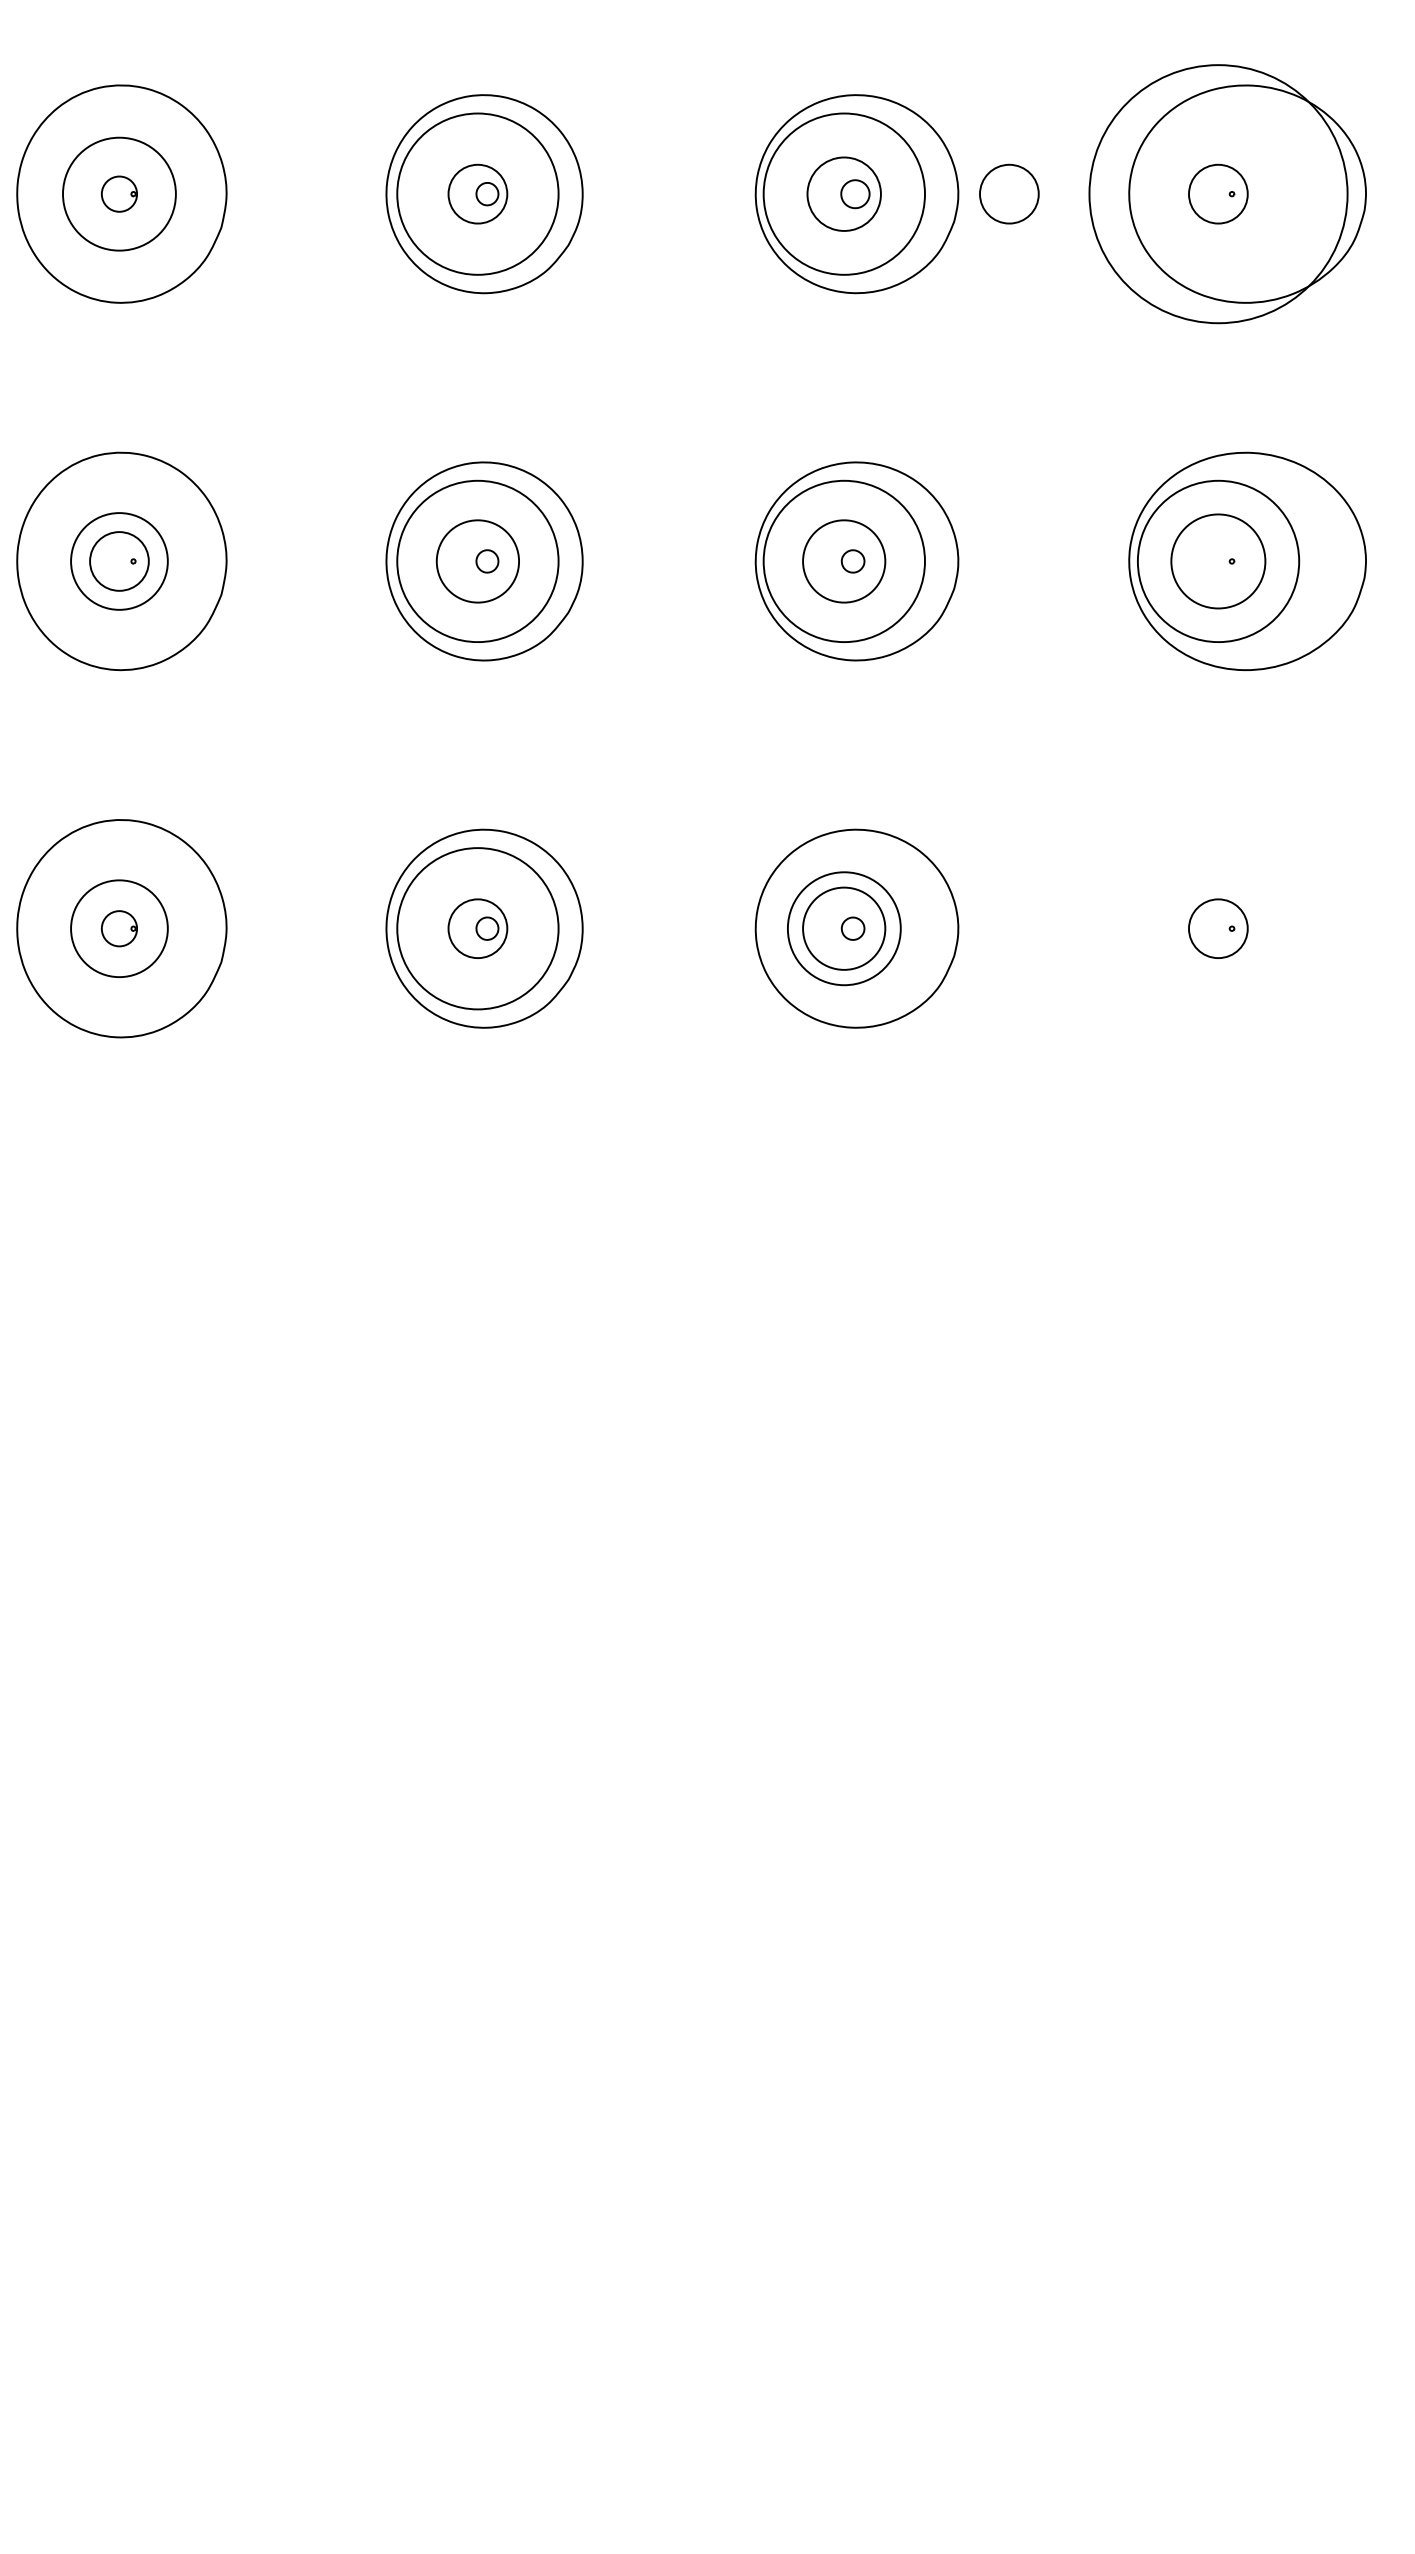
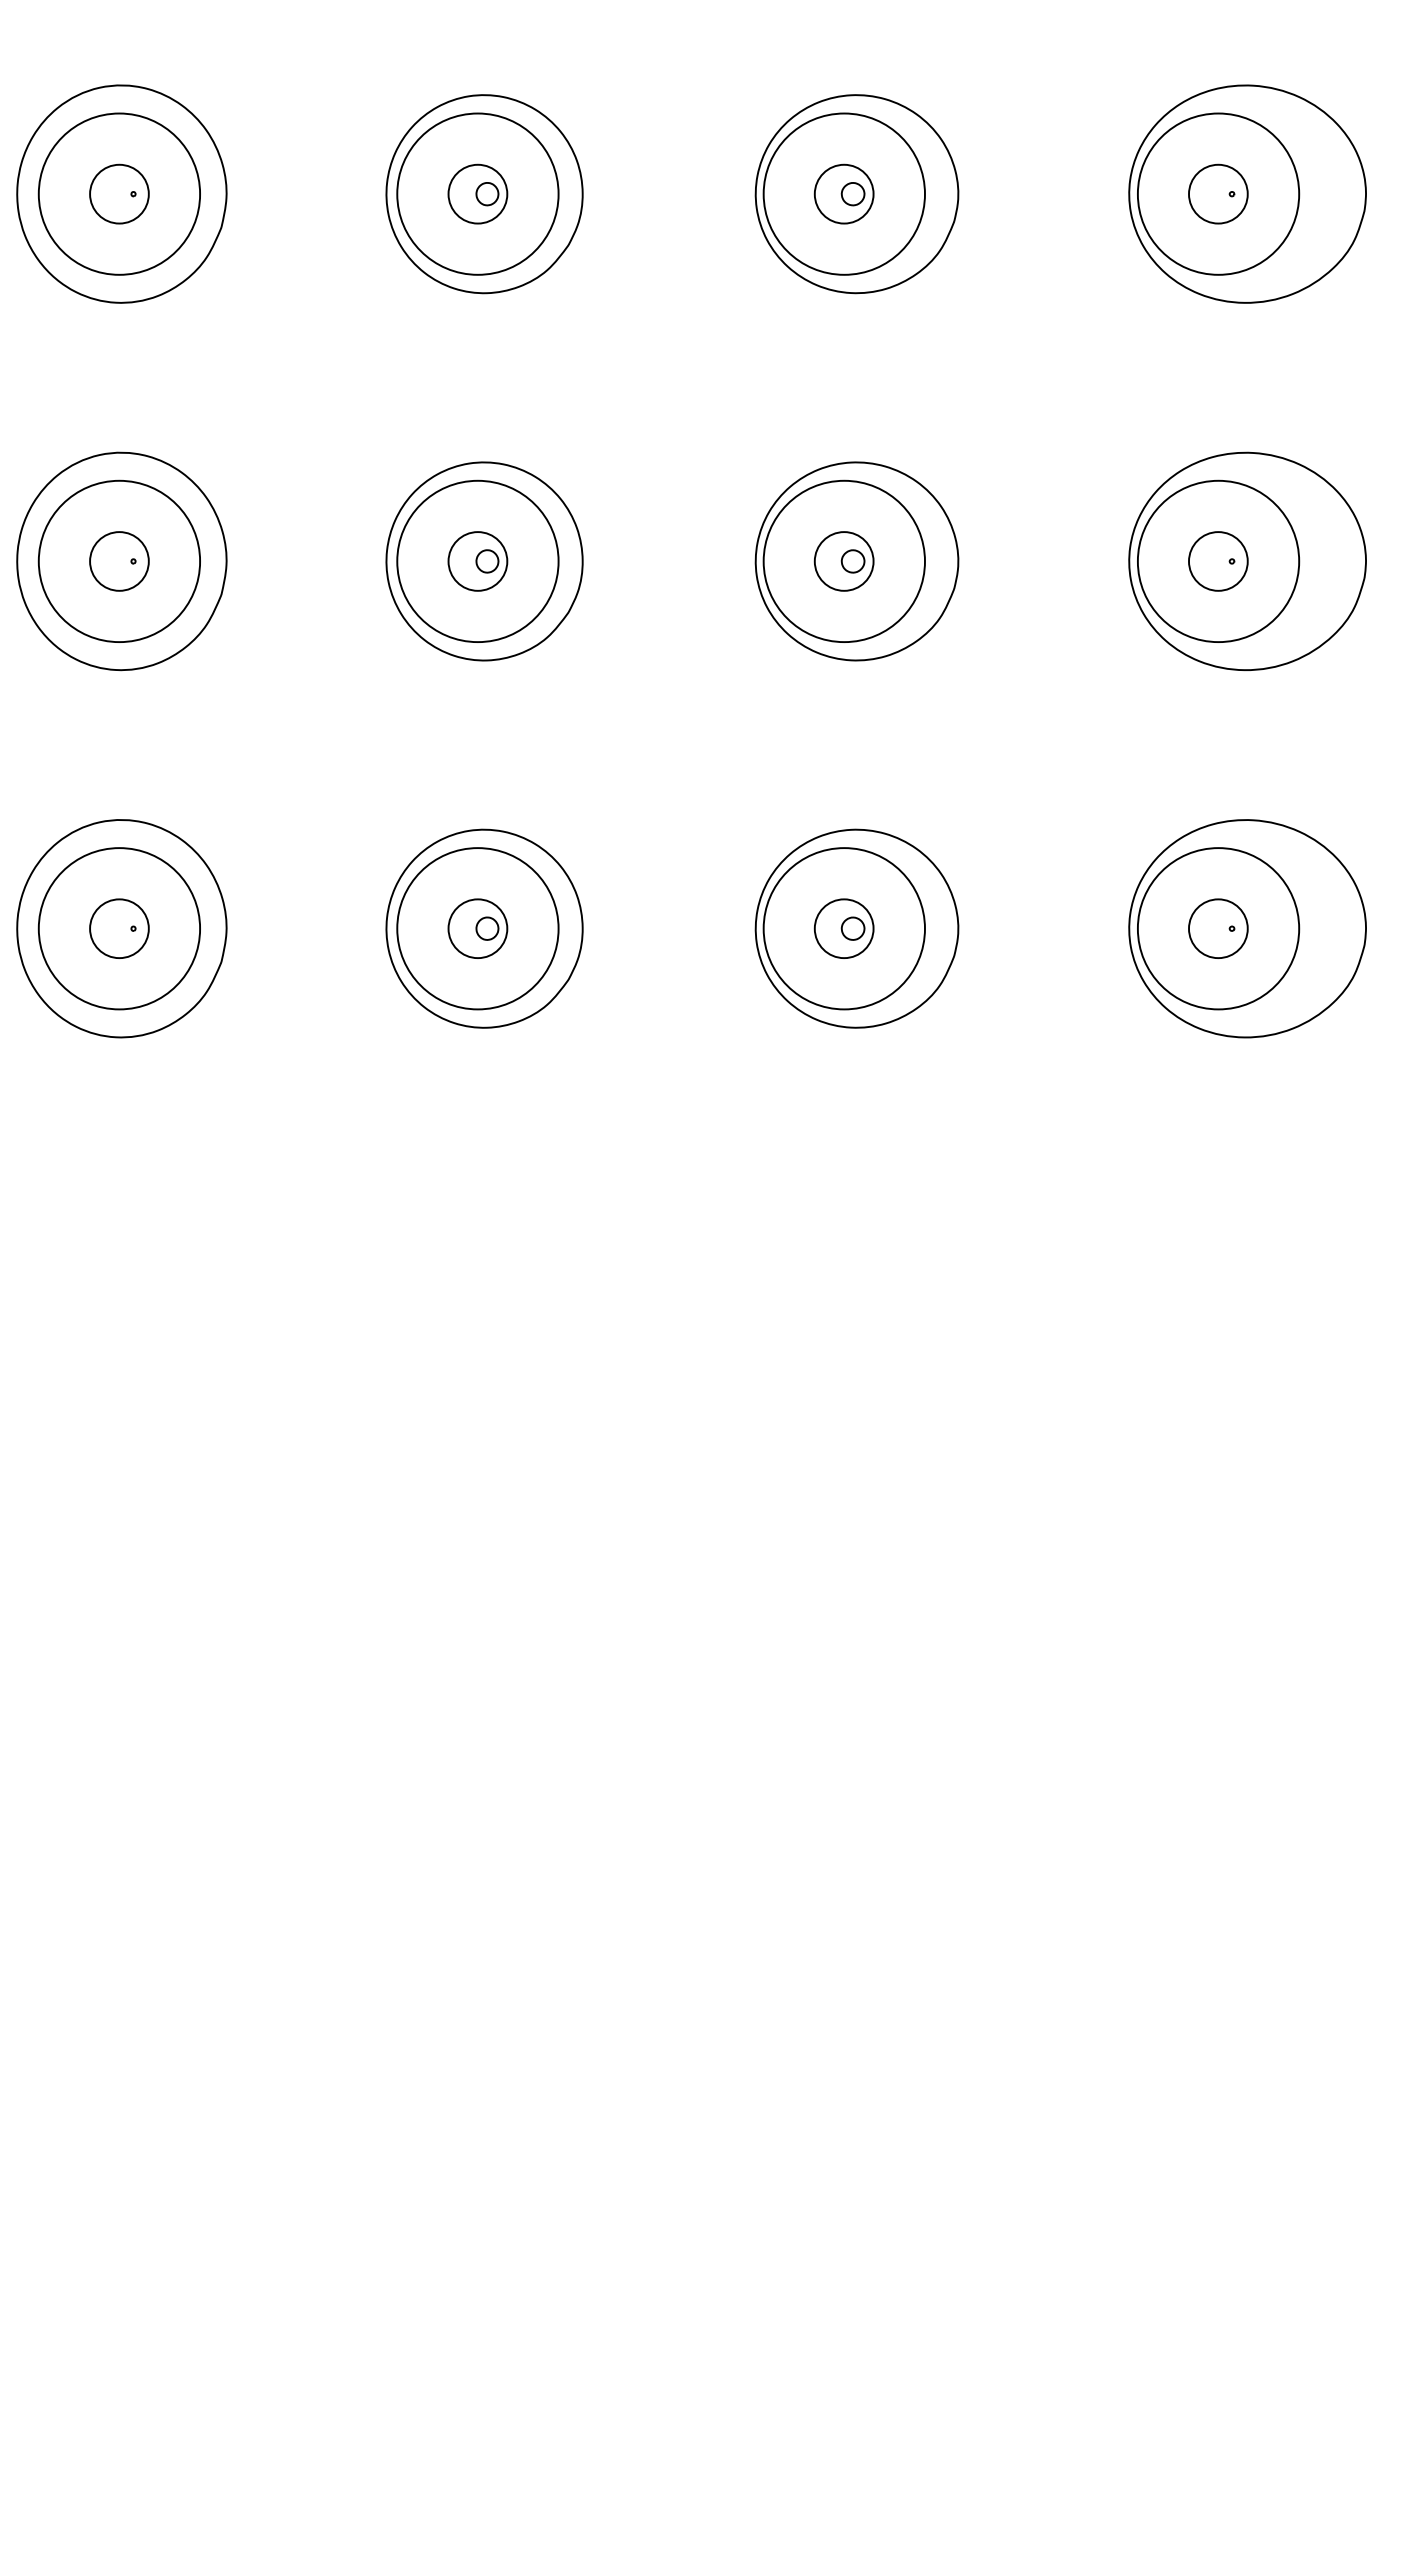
circle at (119, 193) diameter: 113 px -> 161 px
circle at (119, 193) diameter: 35 px -> 59 px
part at (843, 193) size: 76x76 px -> 62x62 px
circle at (1009, 193): present -> none
circle at (1218, 194) diameter: 258 px -> 161 px
circle at (119, 561) diameter: 97 px -> 161 px
circle at (477, 561) diameter: 82 px -> 59 px
circle at (844, 561) diameter: 82 px -> 59 px
circle at (1218, 561) diameter: 94 px -> 59 px
circle at (119, 928) diameter: 35 px -> 59 px
circle at (119, 928) diameter: 97 px -> 161 px
circle at (843, 928) diameter: 113 px -> 161 px
circle at (844, 928) diameter: 82 px -> 59 px
part at (1247, 928): none -> present
